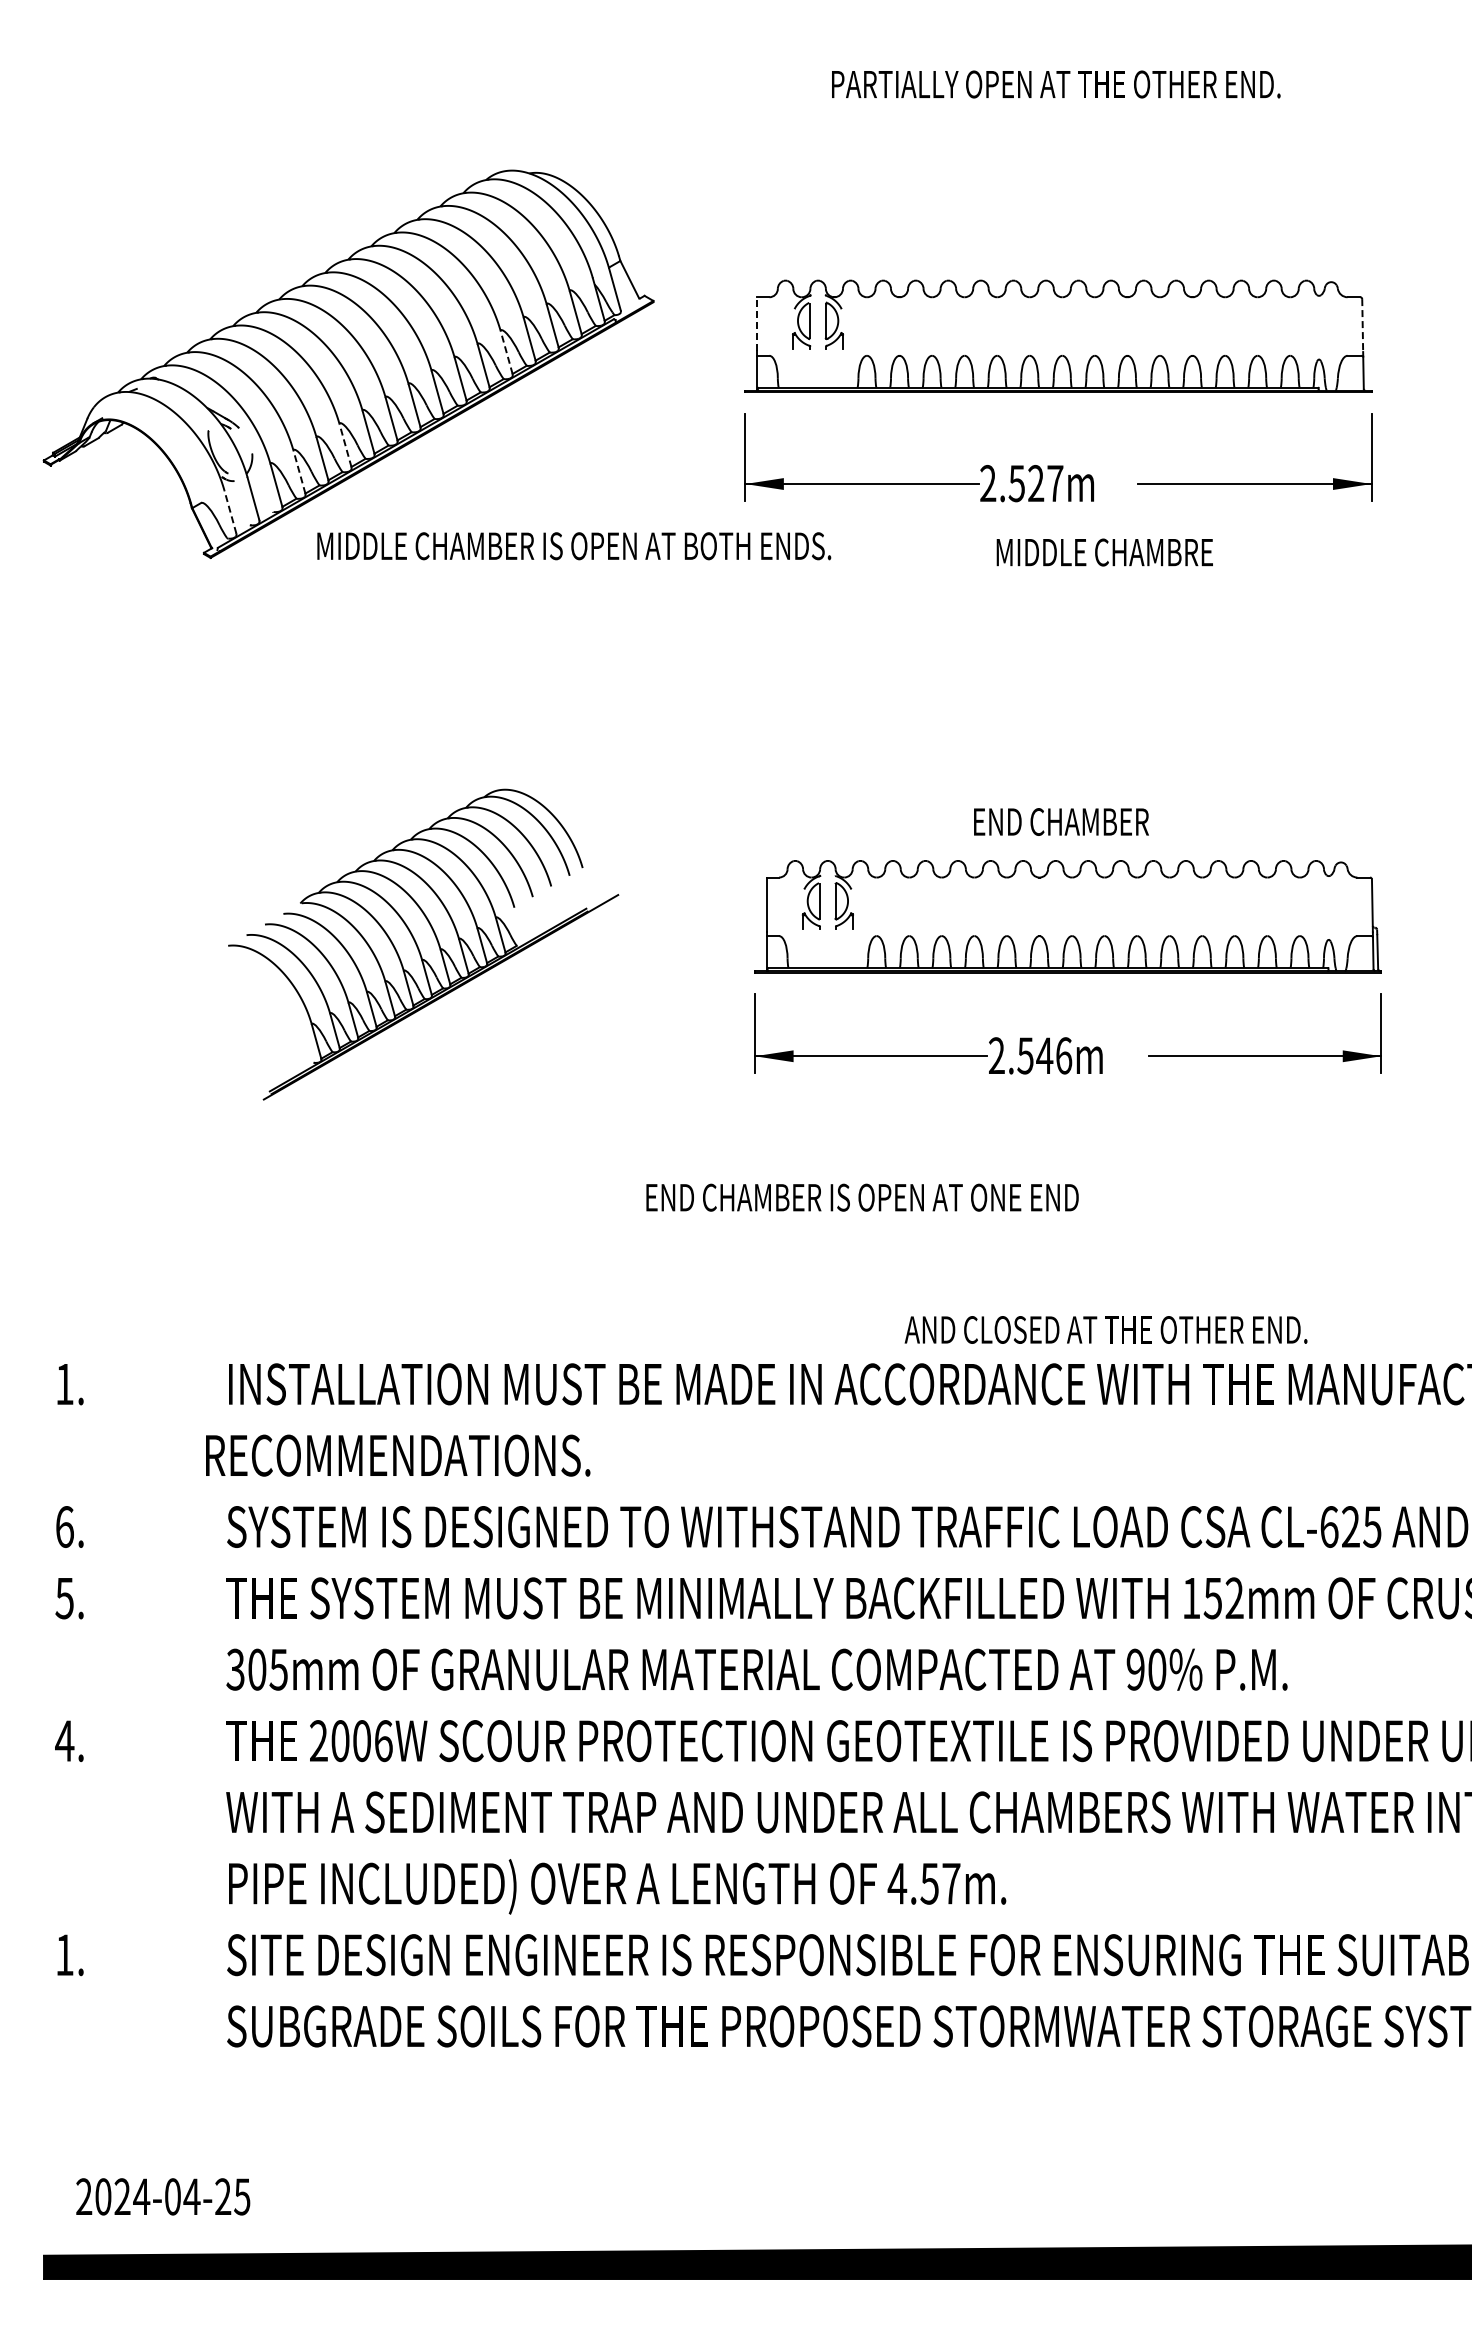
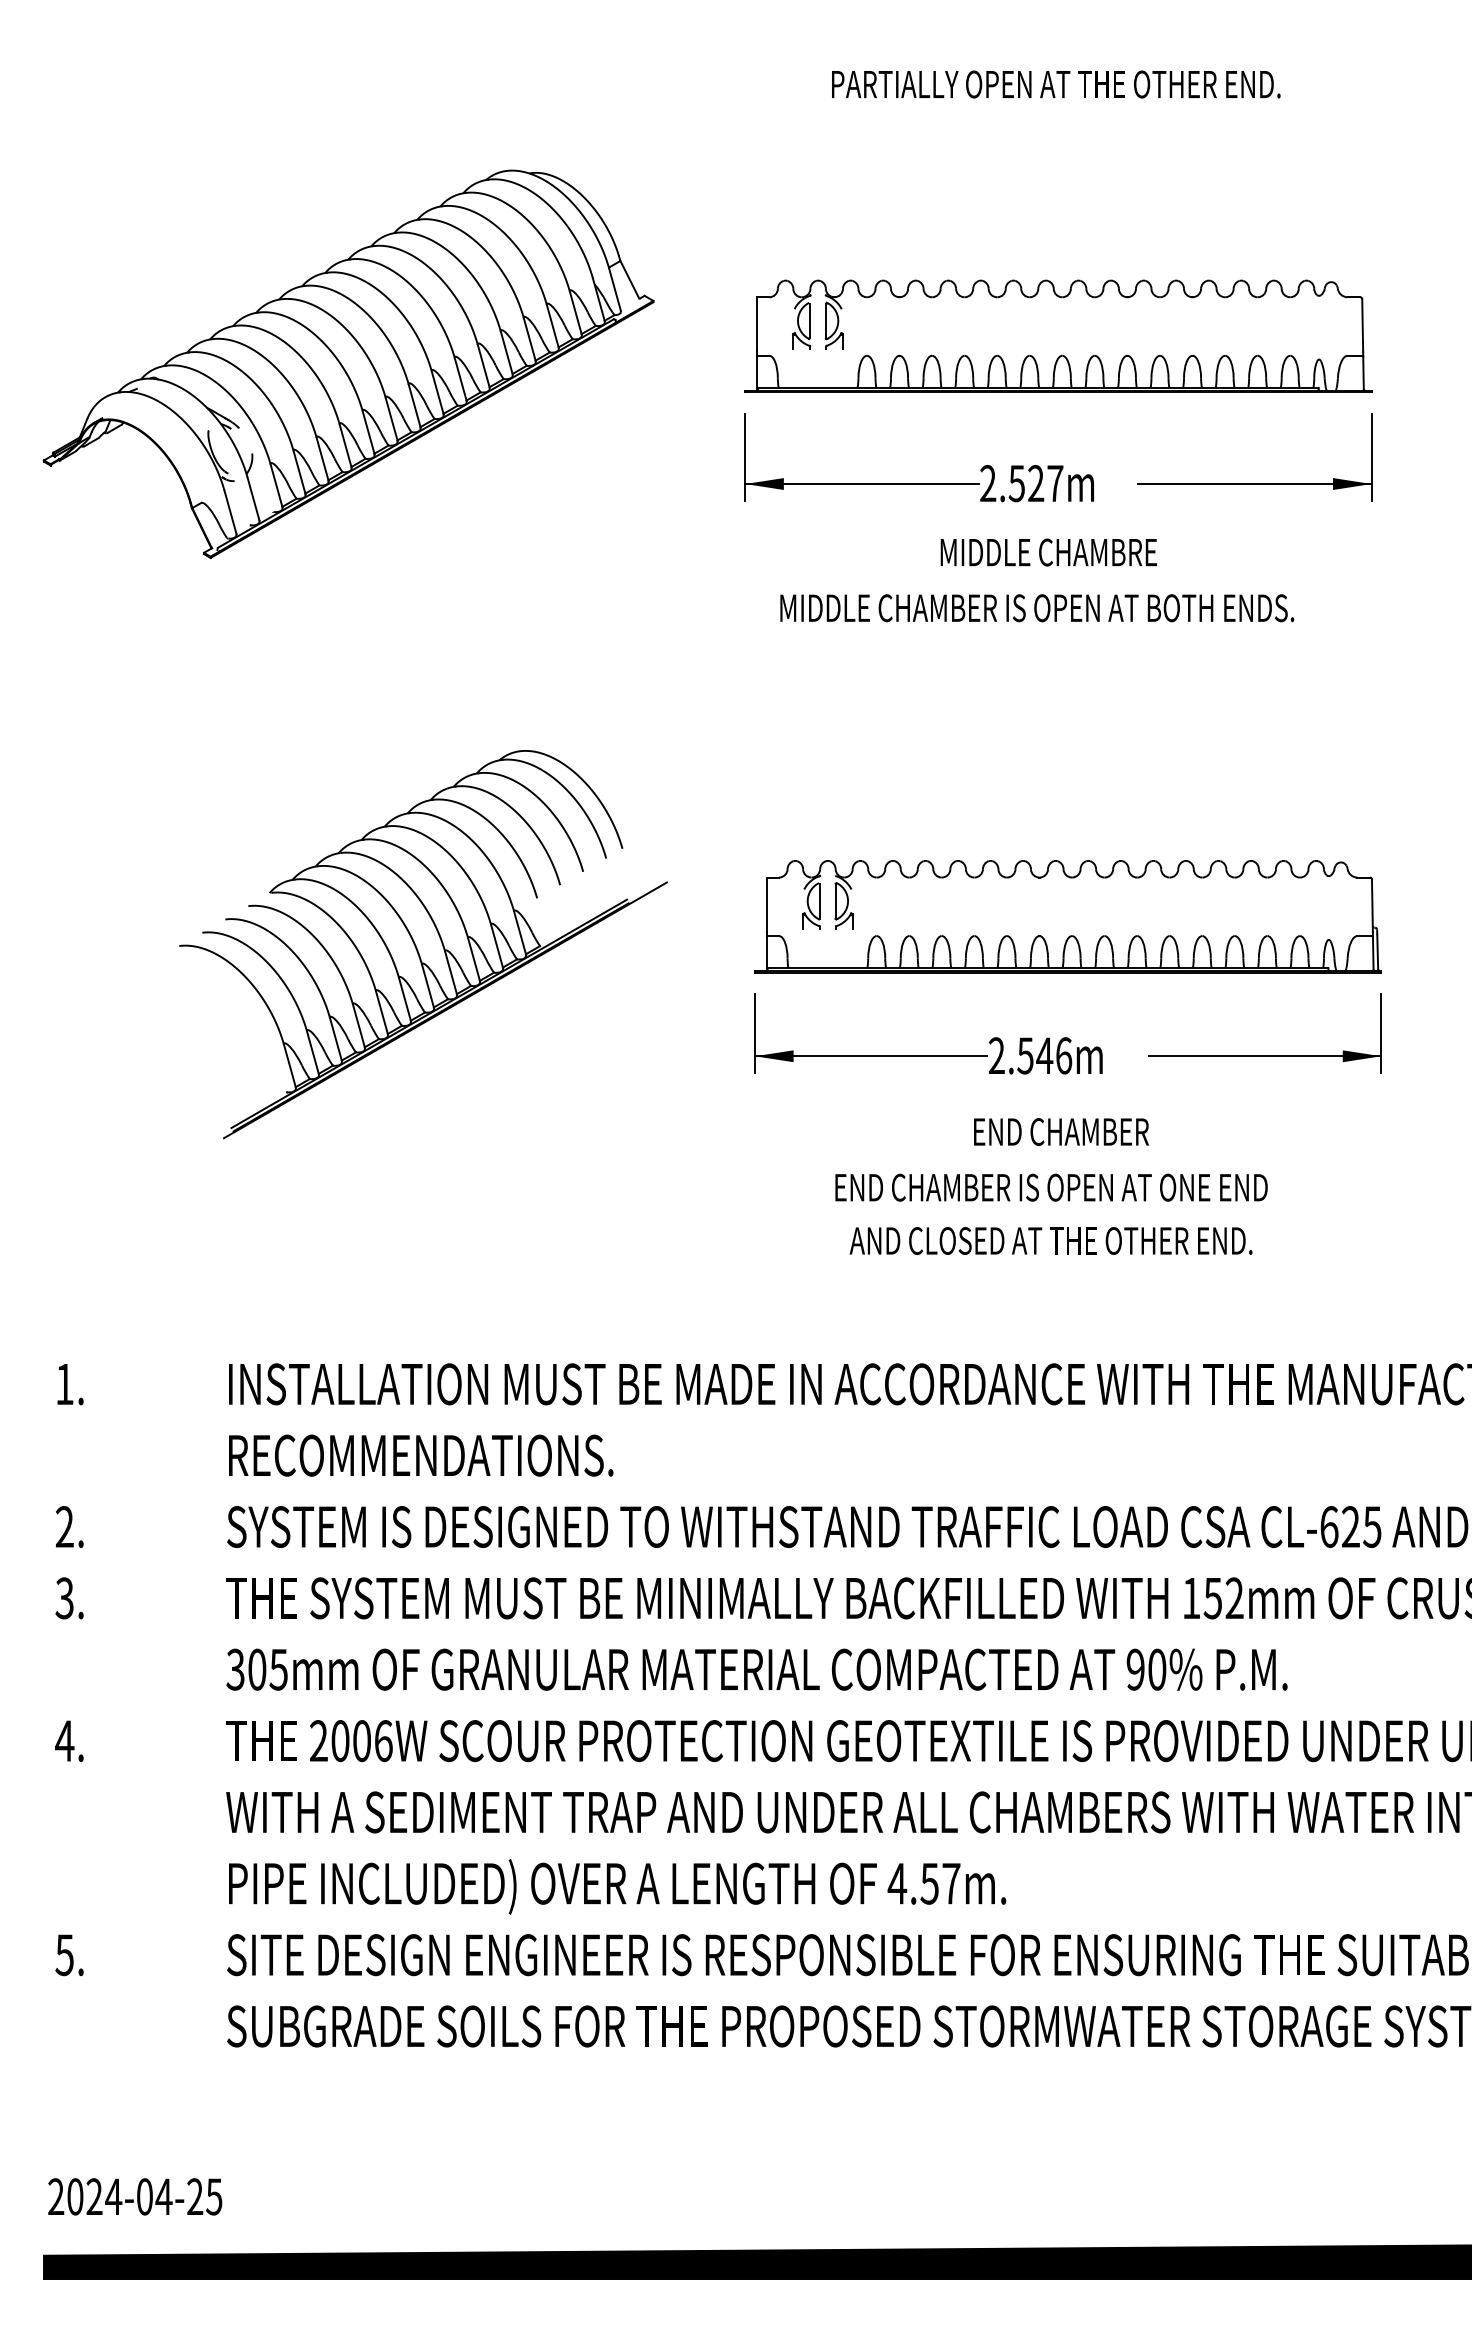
line at (756, 323): dashed -> solid
line at (1362, 326): dashed -> solid
line at (506, 352): dashed -> solid
line at (345, 445): dashed -> solid
line at (299, 472): dashed -> solid
line at (230, 511): dashed -> solid
text at (574, 546) position: (574, 546) -> (1037, 608)
text at (1104, 552) position: (1104, 552) -> (1048, 552)
text at (1061, 821) position: (1061, 821) -> (1061, 1131)
part at (423, 944) size: 392x313 px -> 489x390 px
text at (862, 1197) position: (862, 1197) -> (1051, 1187)
text at (1105, 1329) position: (1105, 1329) -> (1050, 1240)
text at (398, 1455) position: (398, 1455) -> (421, 1455)
text at (64, 1526): 6. -> 2.
text at (64, 1597): 5. -> 3.
text at (64, 1955): 1. -> 5.
text at (163, 2196) position: (163, 2196) -> (135, 2196)
